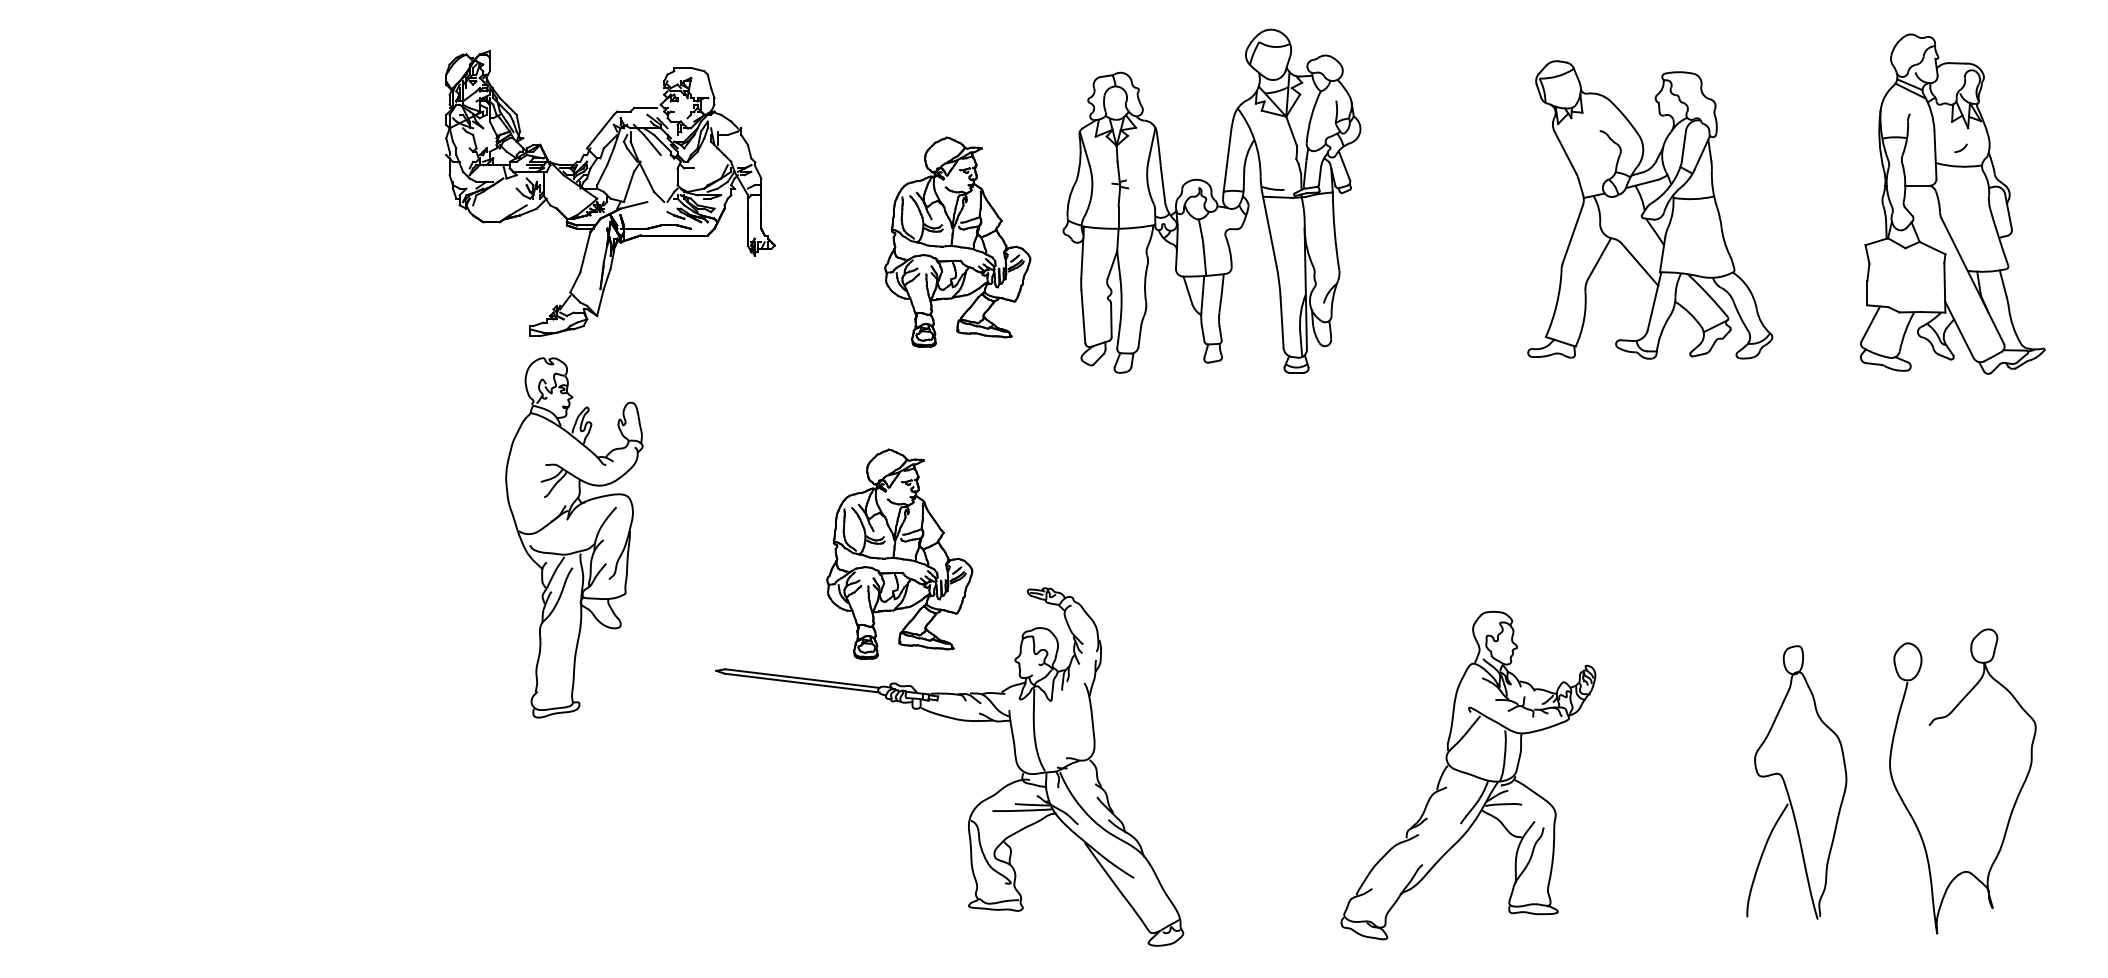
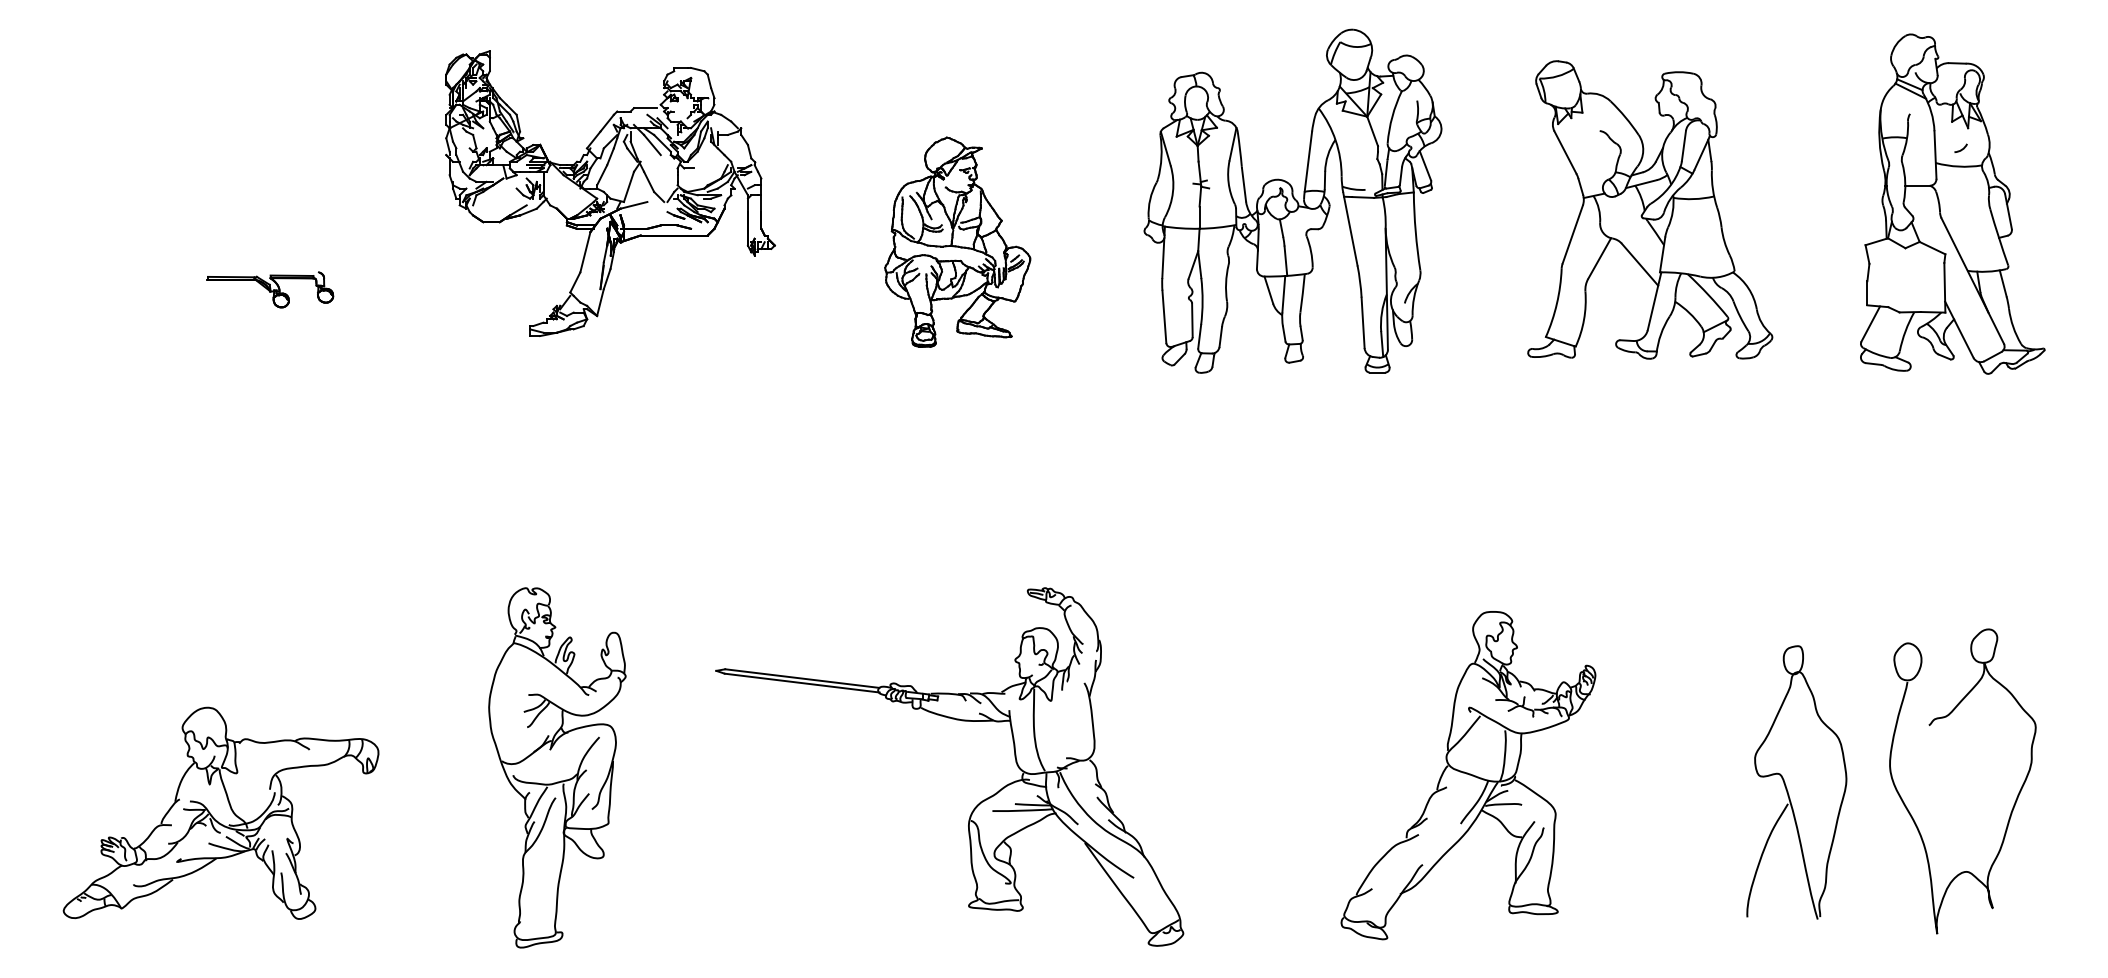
part at (1211, 200) position: (1211, 200) -> (1292, 200)
part at (270, 289): none -> present
part at (574, 537) position: (574, 537) -> (557, 767)
part at (899, 553): present -> none
part at (220, 812): none -> present
